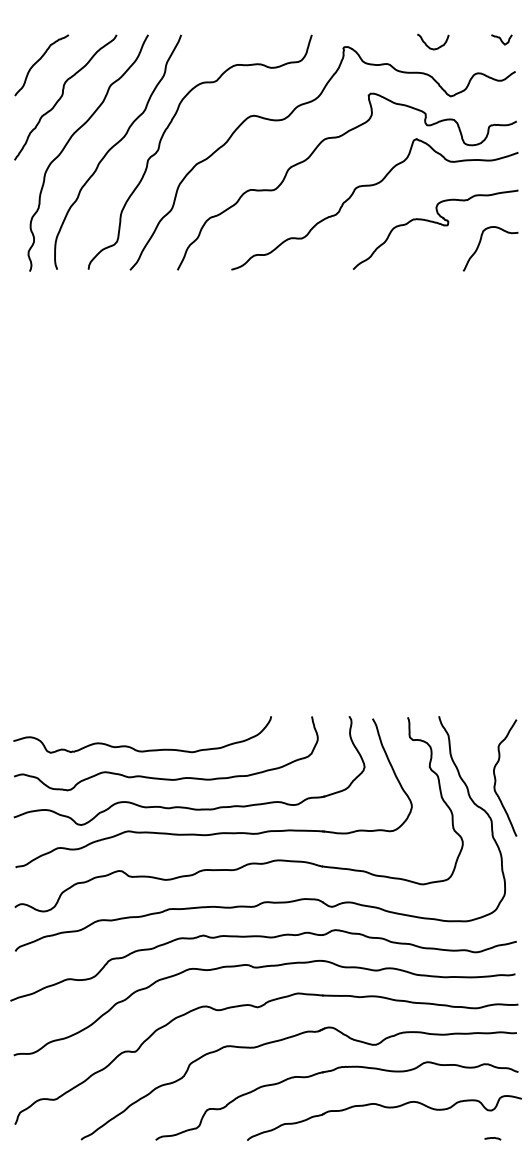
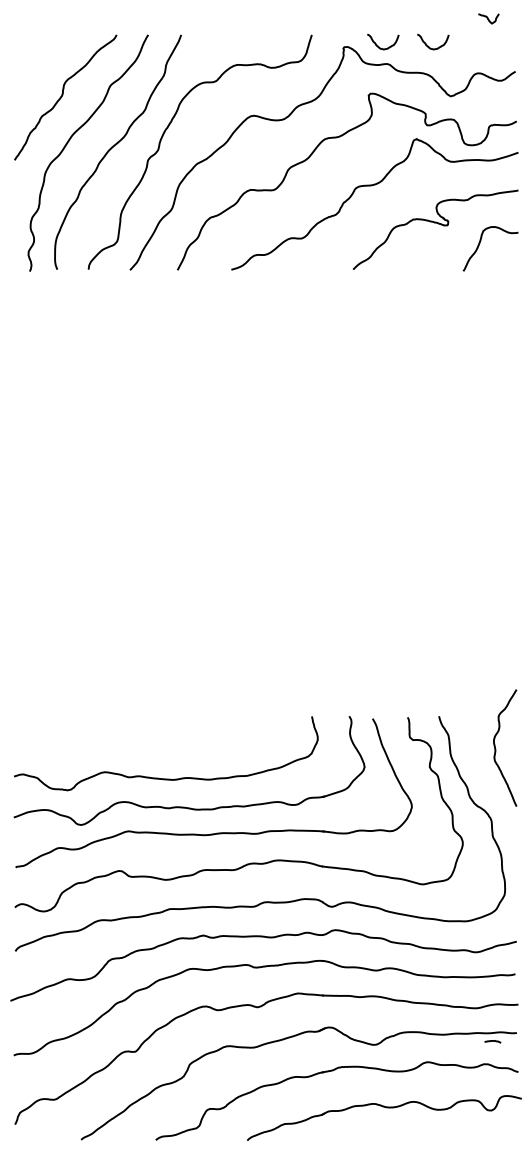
curve at (501, 39) position: (501, 39) -> (488, 18)
curve at (378, 45): none -> present
curve at (38, 61): present -> none
curve at (133, 747): present -> none
curve at (496, 778) position: (496, 778) -> (496, 748)
line at (492, 1138) position: (492, 1138) -> (492, 1041)
